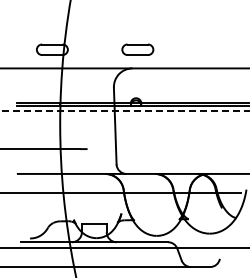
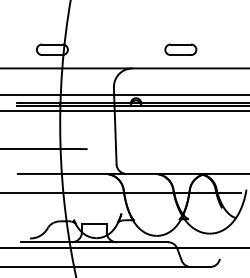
part at (137, 49) position: (137, 49) -> (180, 49)
line at (124, 95): none -> present
line at (125, 111): dashed -> solid
